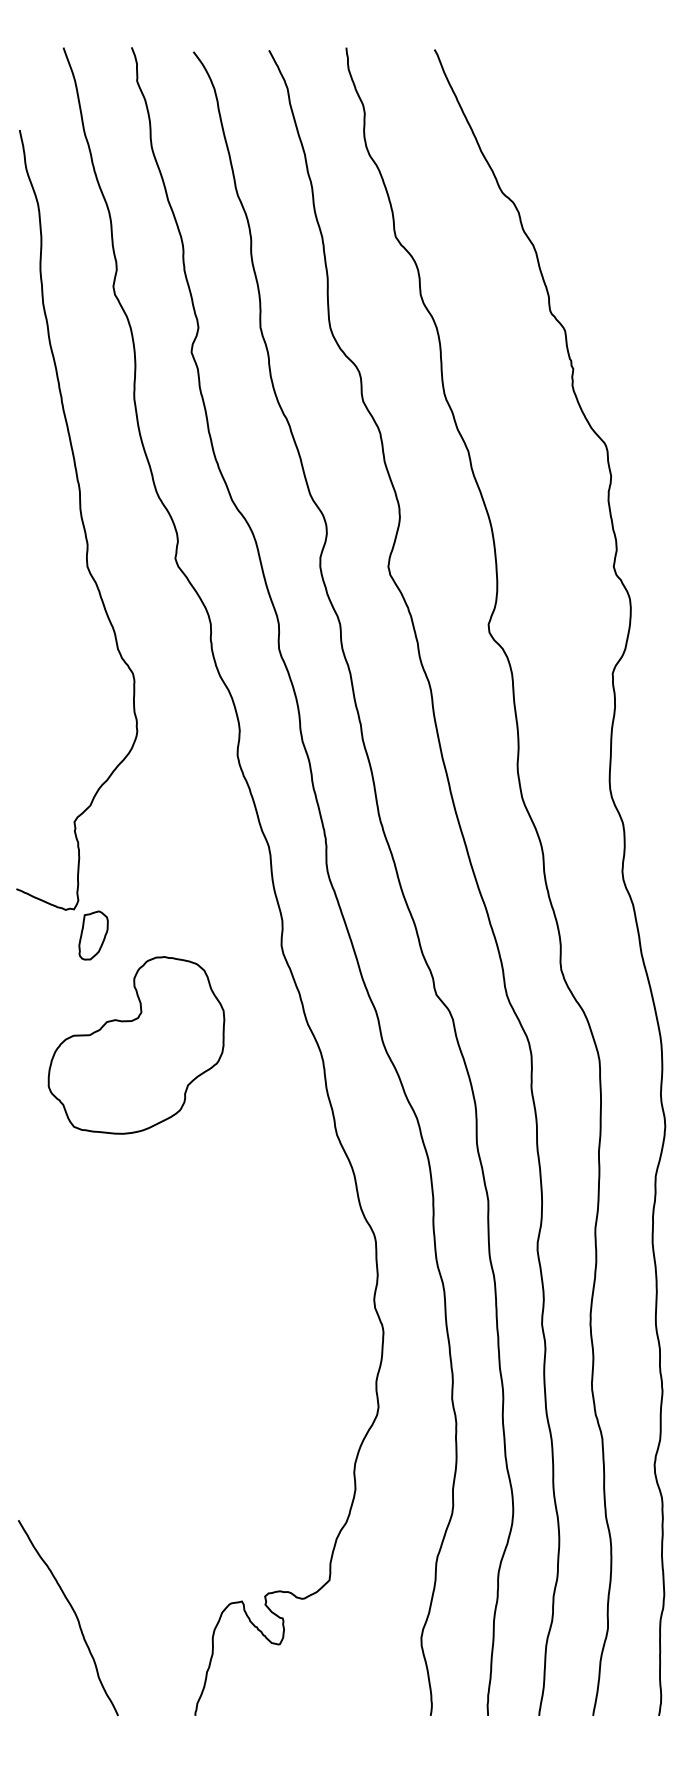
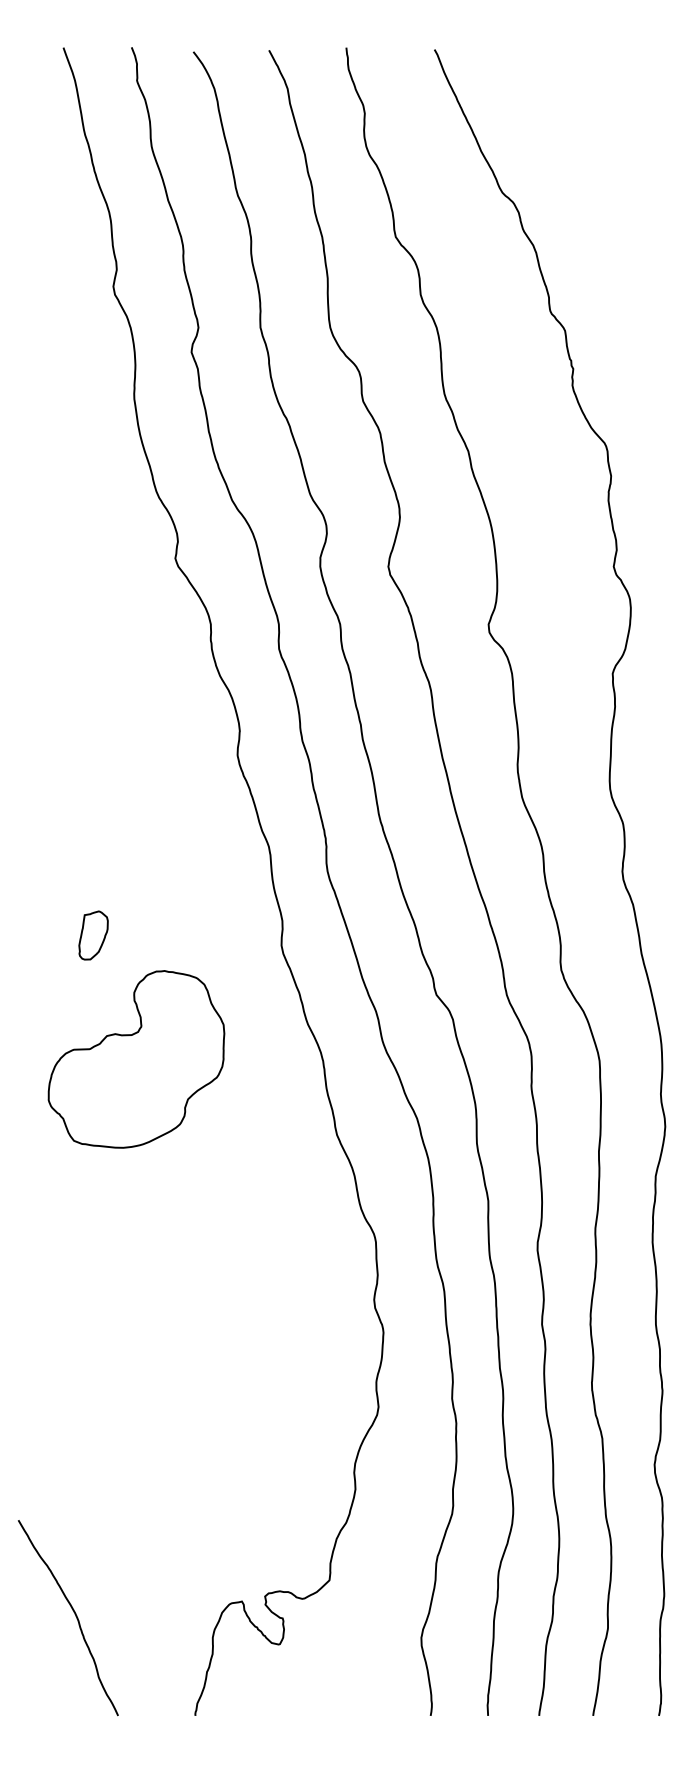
curve at (80, 518): present -> none
part at (136, 1045) position: (136, 1045) -> (136, 1059)
